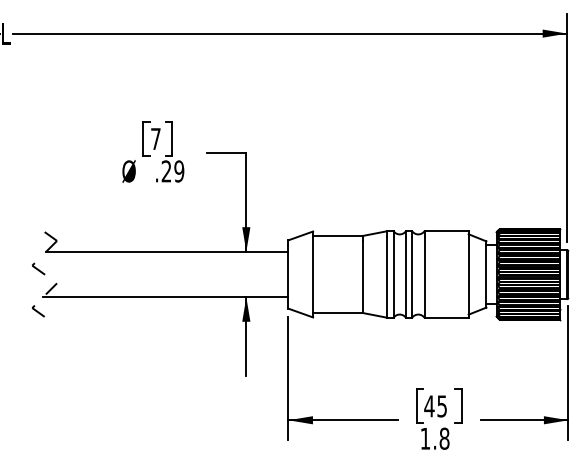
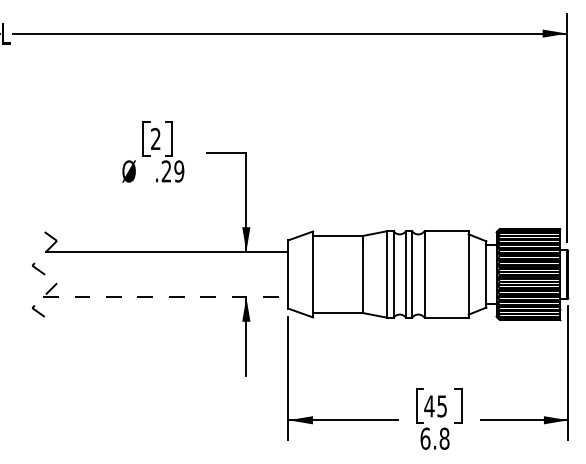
text at (155, 138): 7 -> 2
line at (165, 297): solid -> dashed
text at (425, 438): 1.8 -> 6.8
